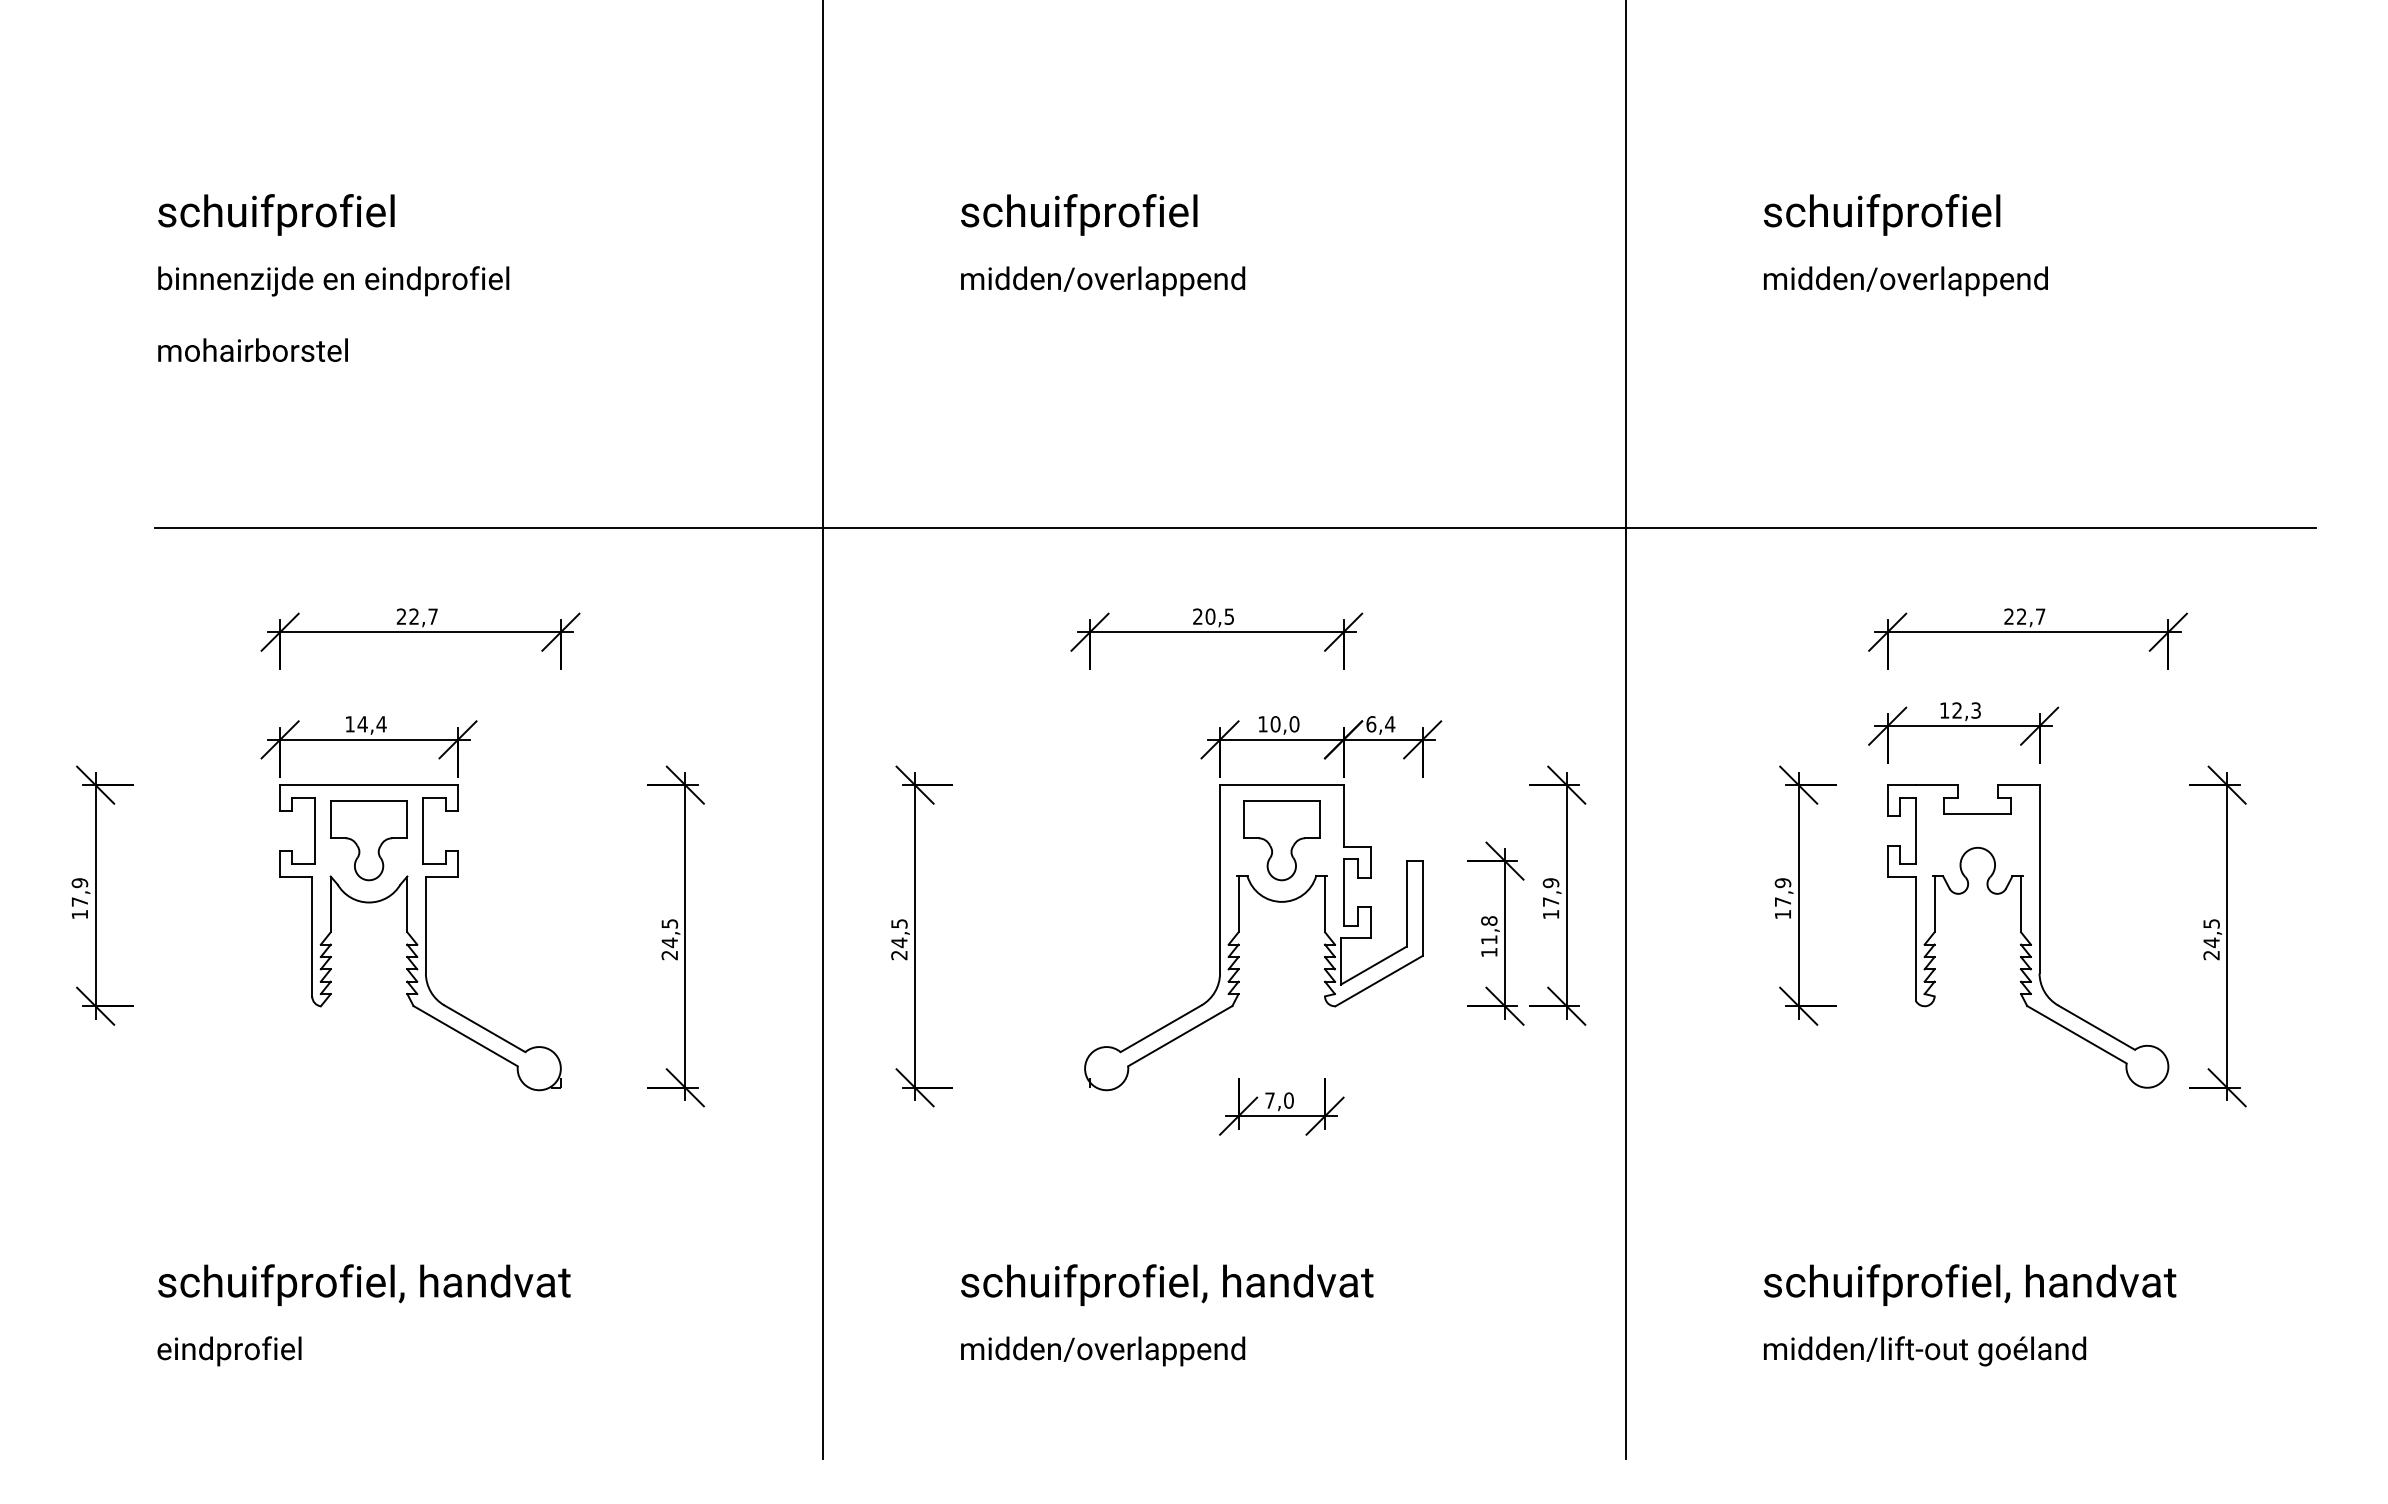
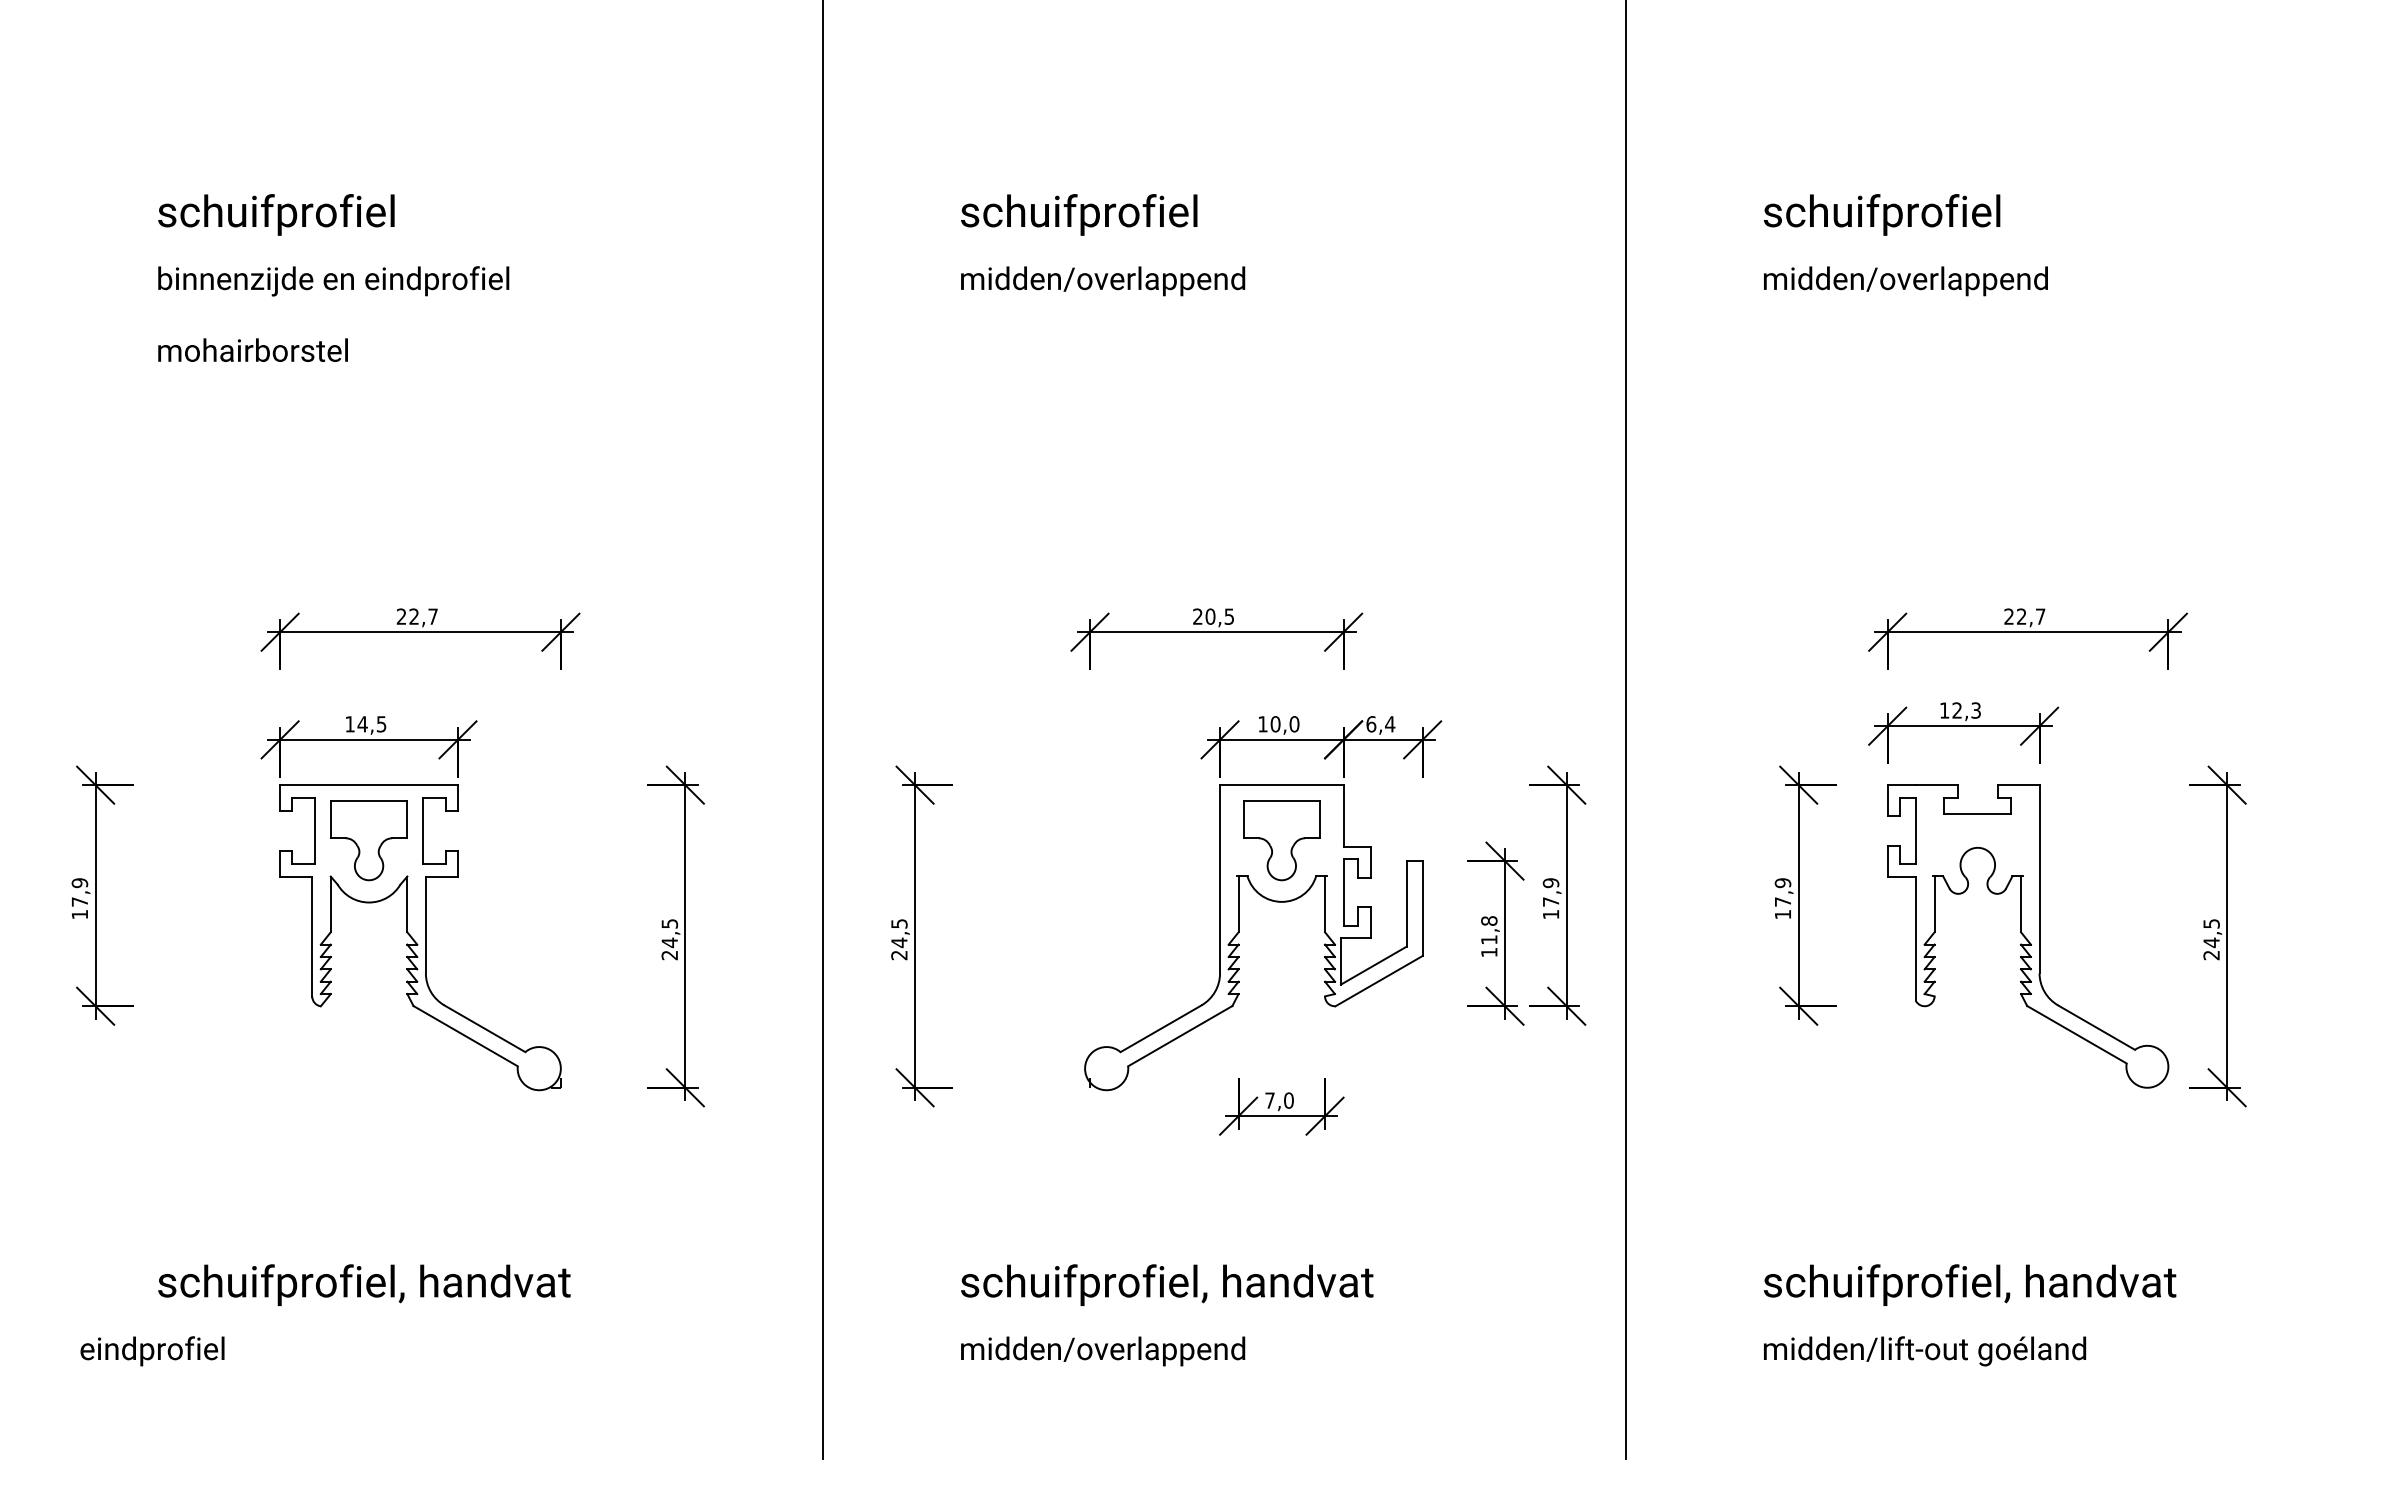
line at (1235, 527): present -> none
text at (381, 724): 14,4 -> 14,5
text at (229, 1351) position: (229, 1351) -> (152, 1351)
